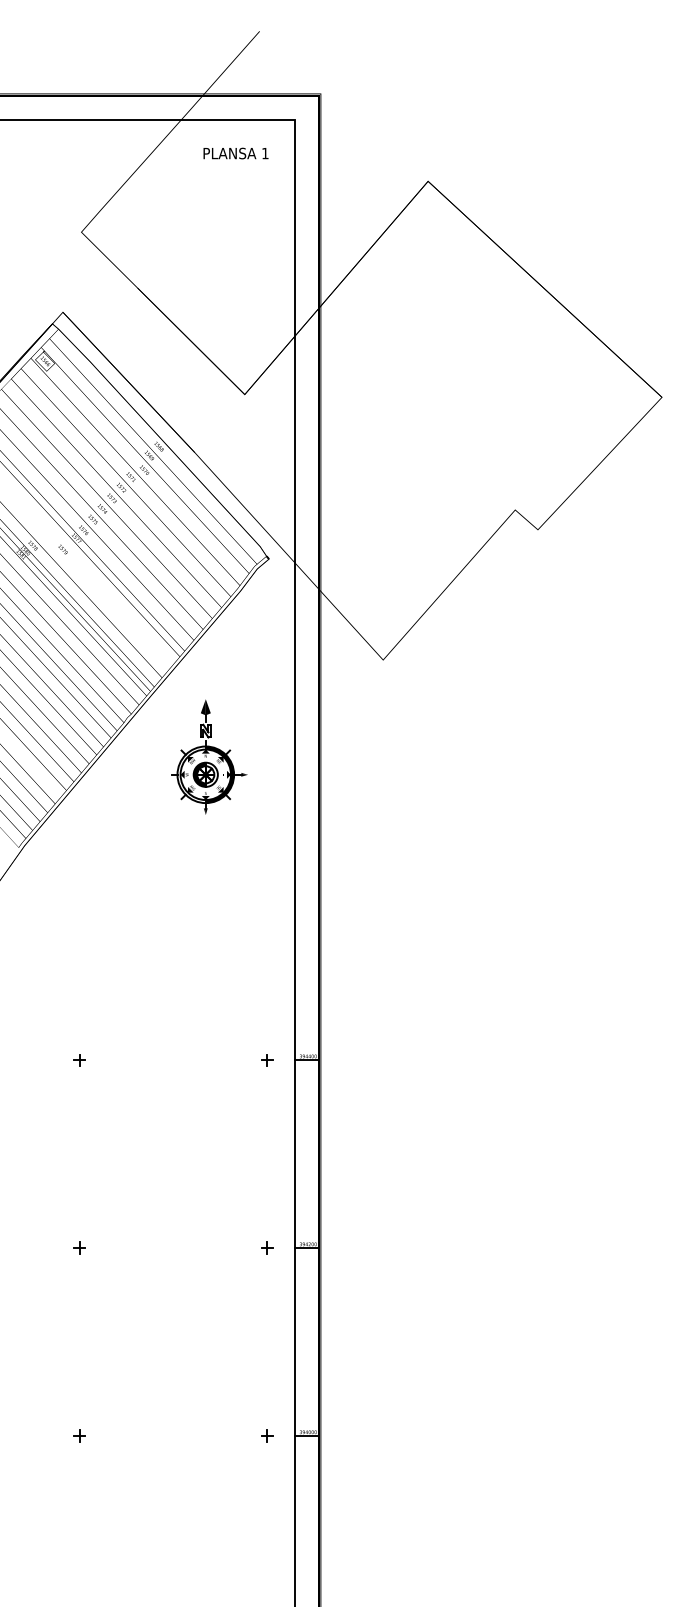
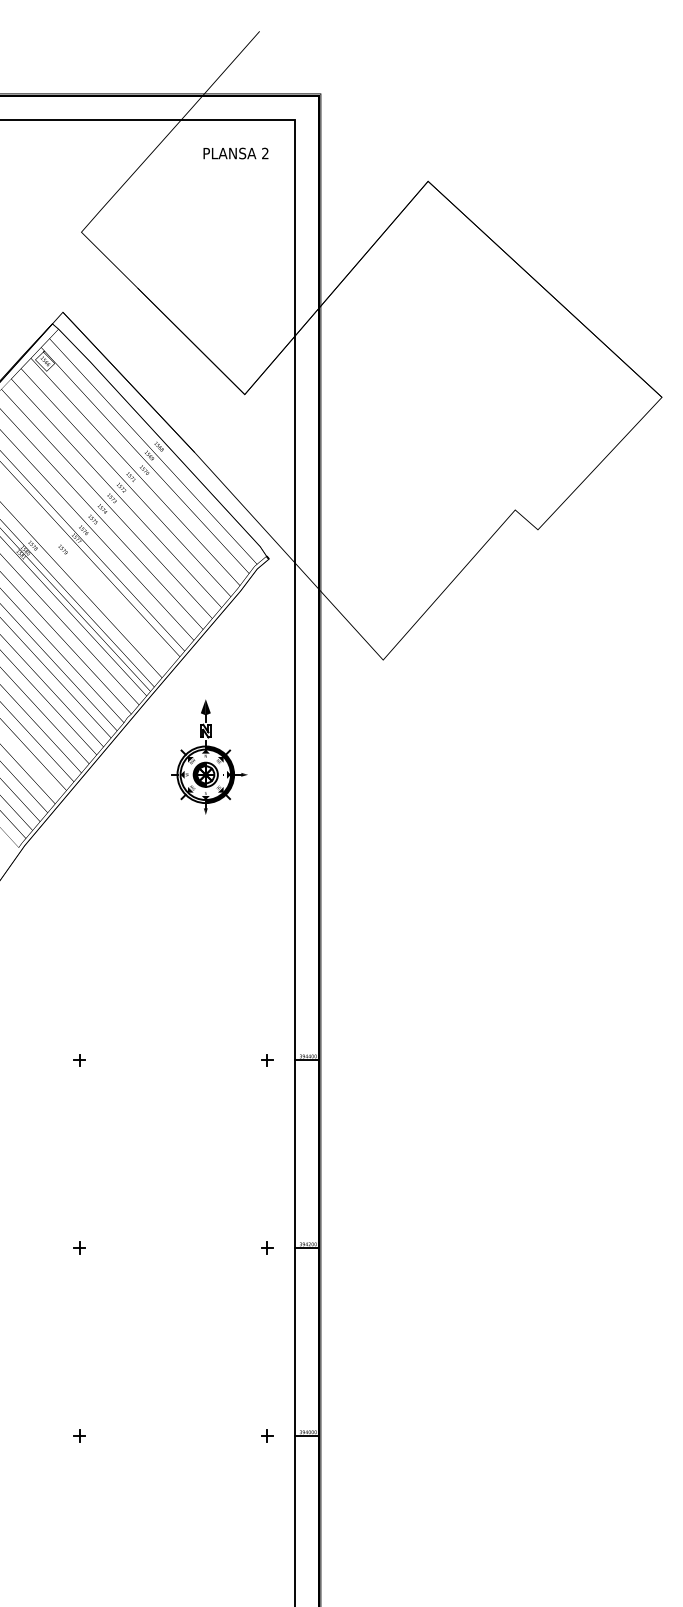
text at (265, 153): 1 -> 2
